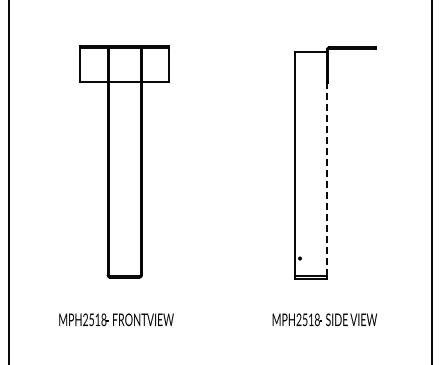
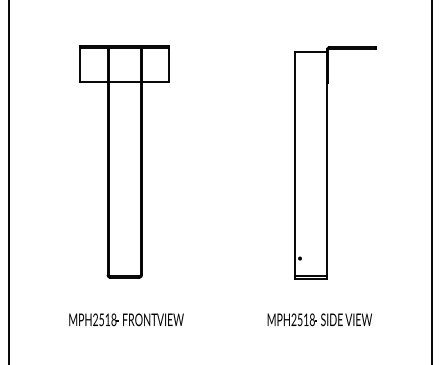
line at (327, 179): dashed -> solid
text at (116, 319) position: (116, 319) -> (126, 319)
text at (324, 319) position: (324, 319) -> (319, 319)
